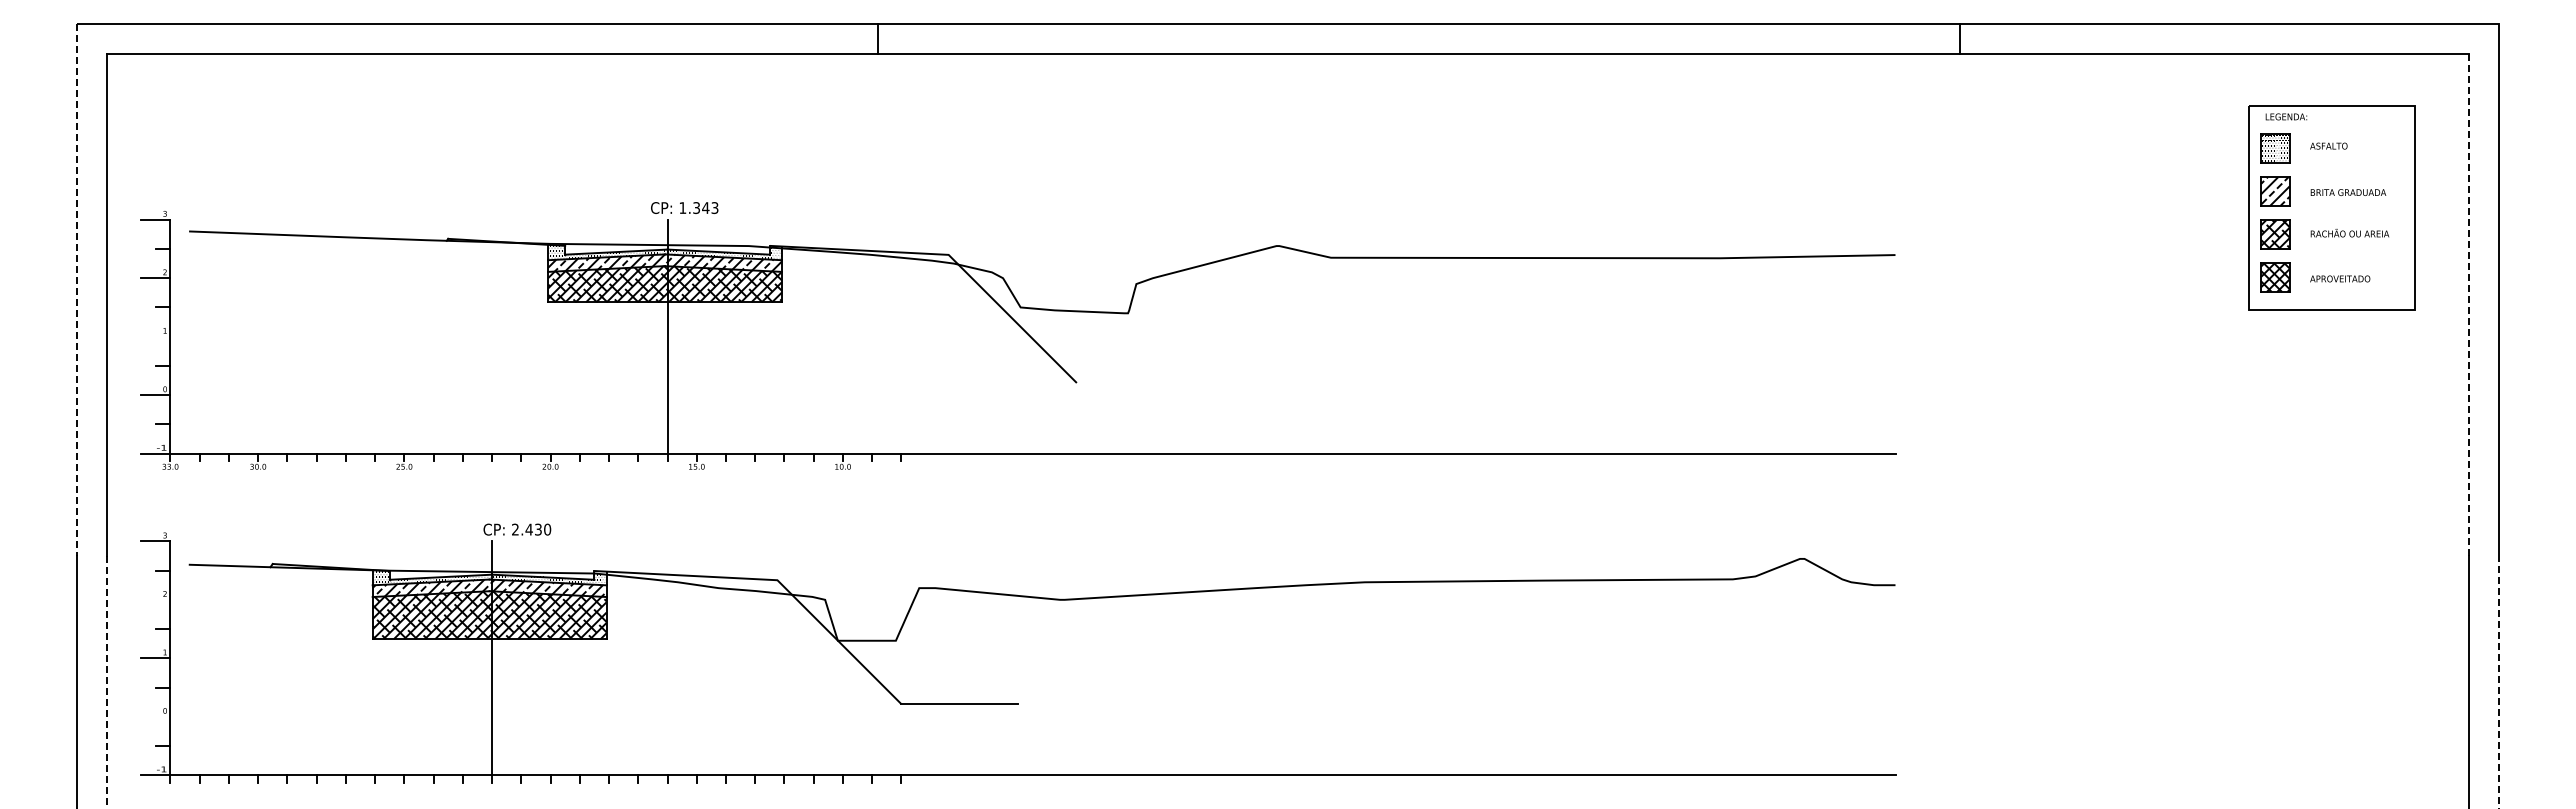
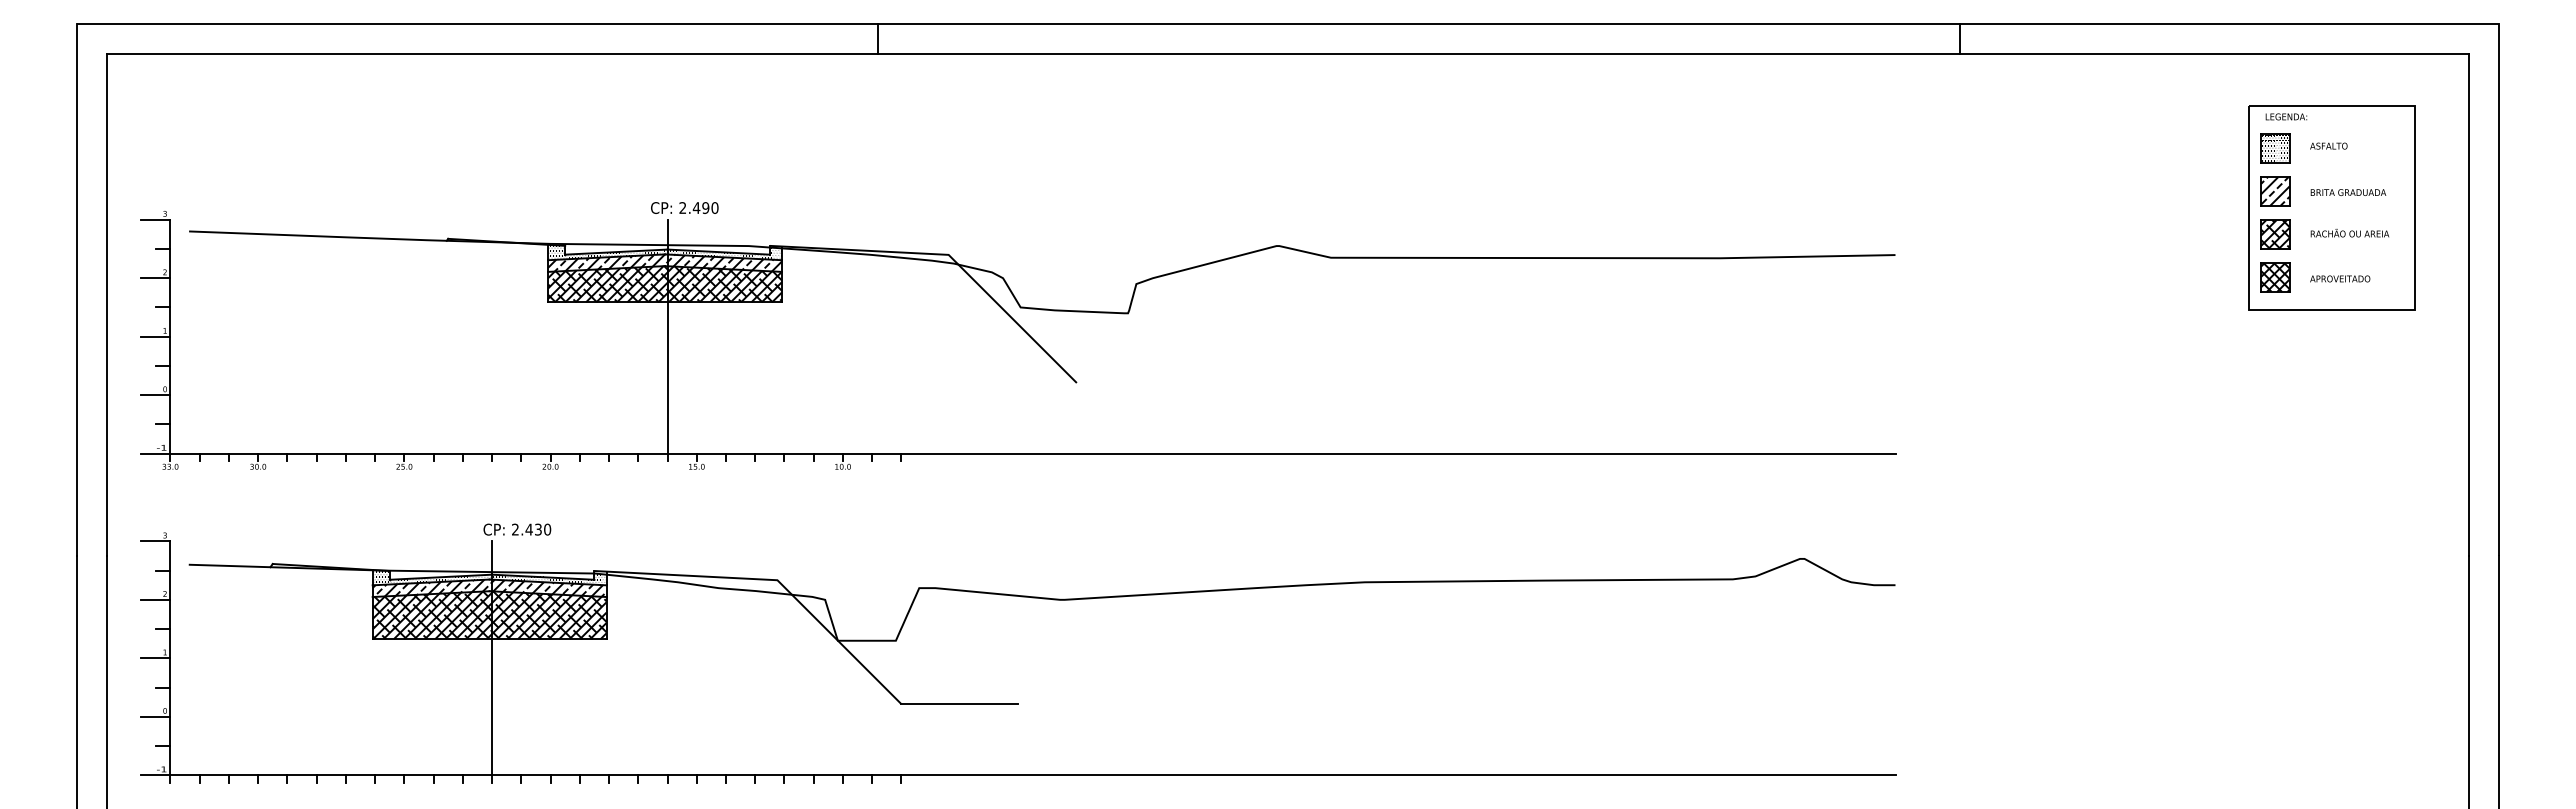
text at (698, 207): 1.343 -> 2.490
line at (77, 289): dashed -> solid
line at (2469, 304): dashed -> solid
line at (155, 336): none -> present
line at (155, 599): none -> present
line at (2498, 681): dashed -> solid
line at (106, 682): dashed -> solid
line at (155, 716): none -> present
